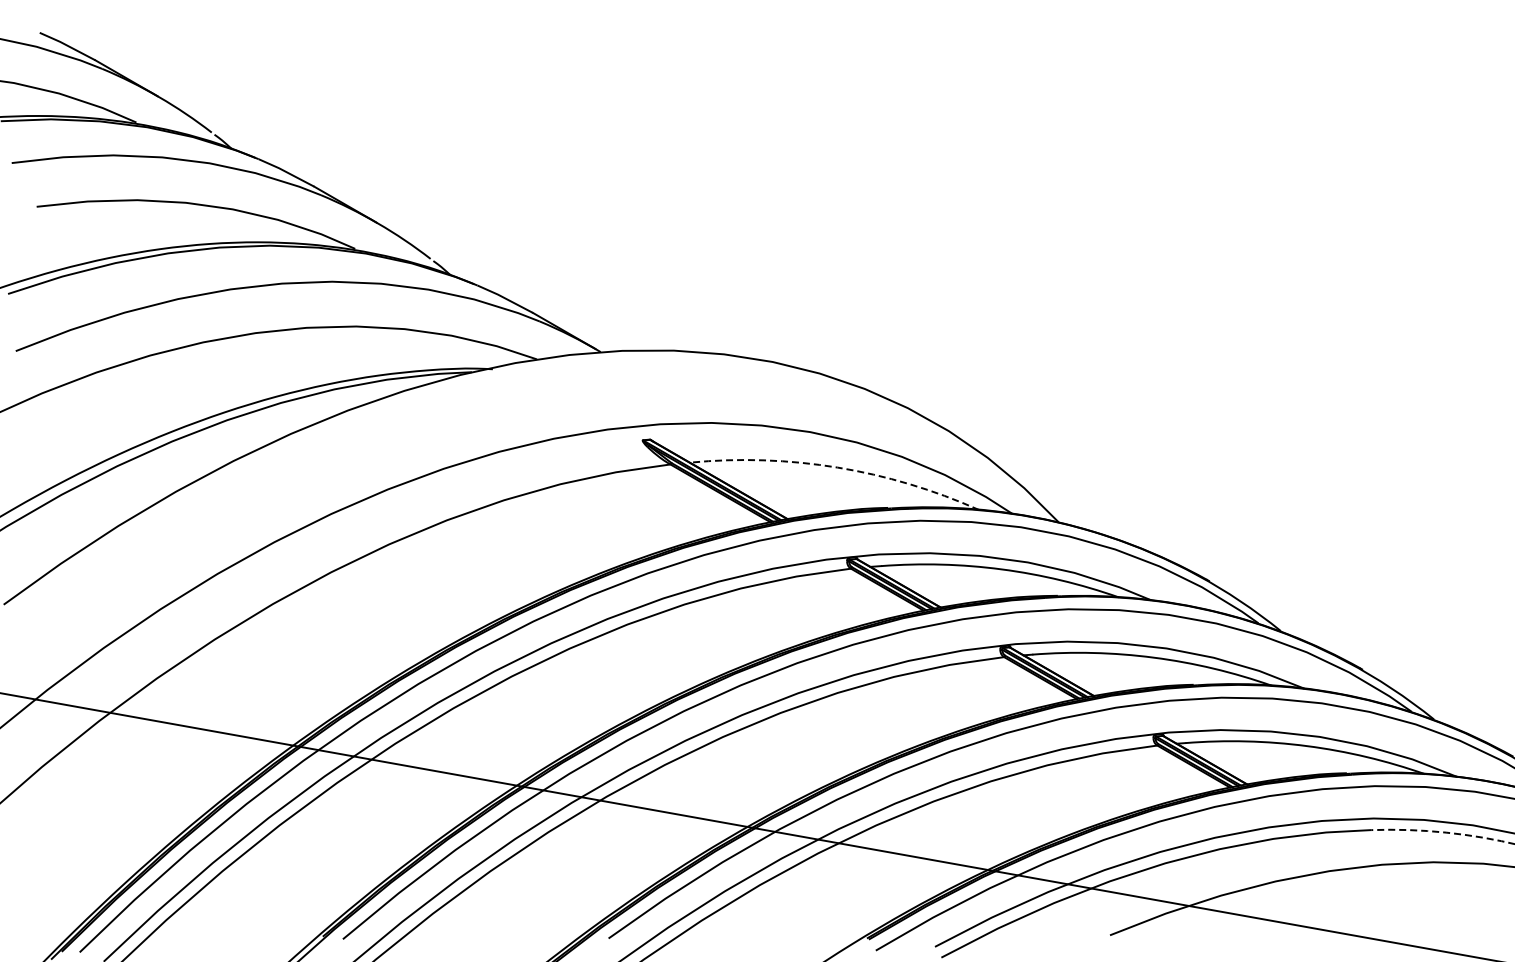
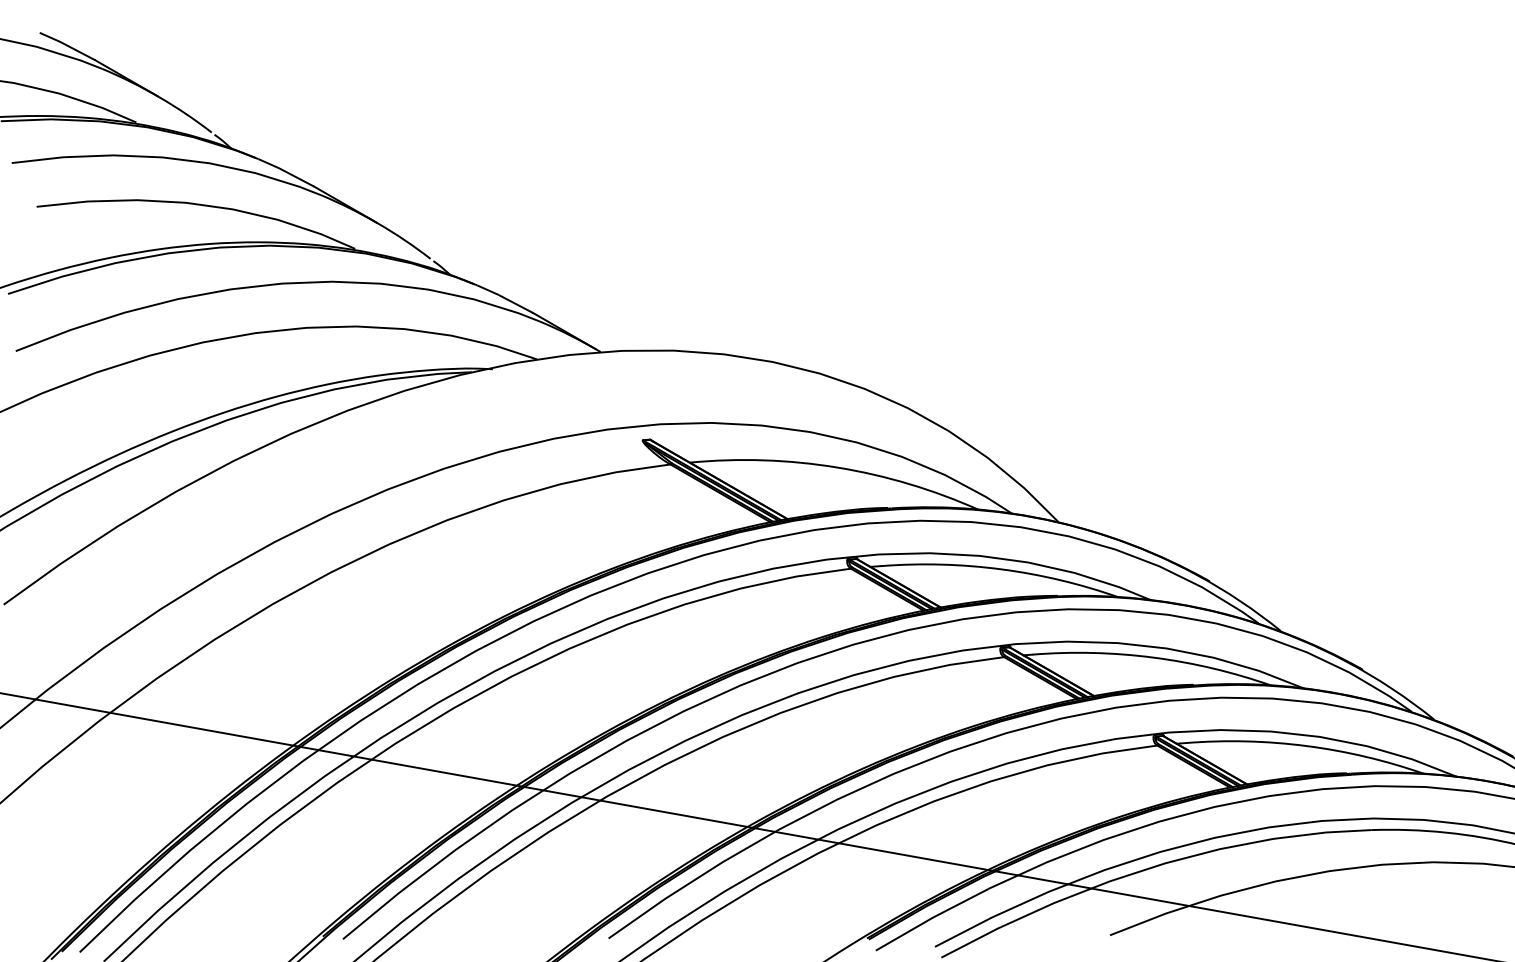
arc at (837, 467): dashed -> solid
arc at (1444, 832): dashed -> solid
